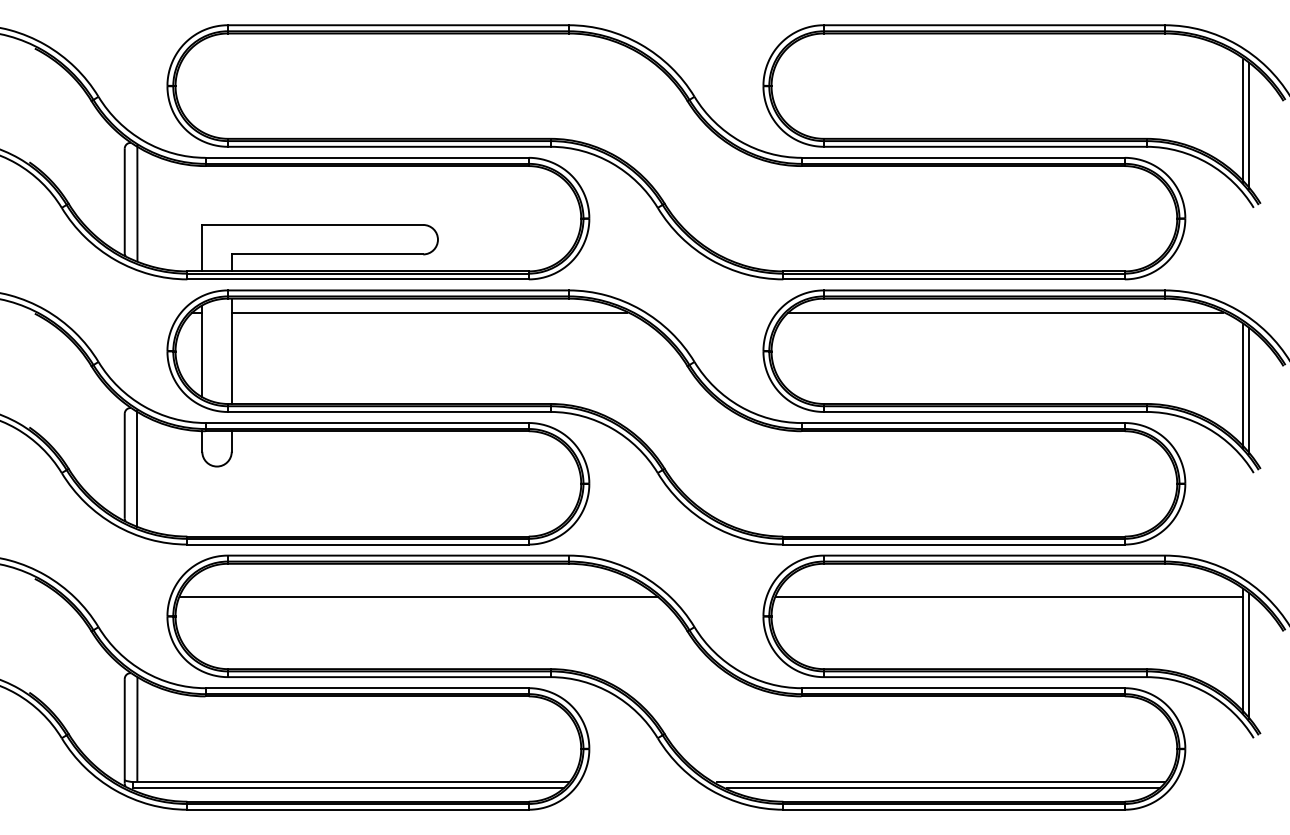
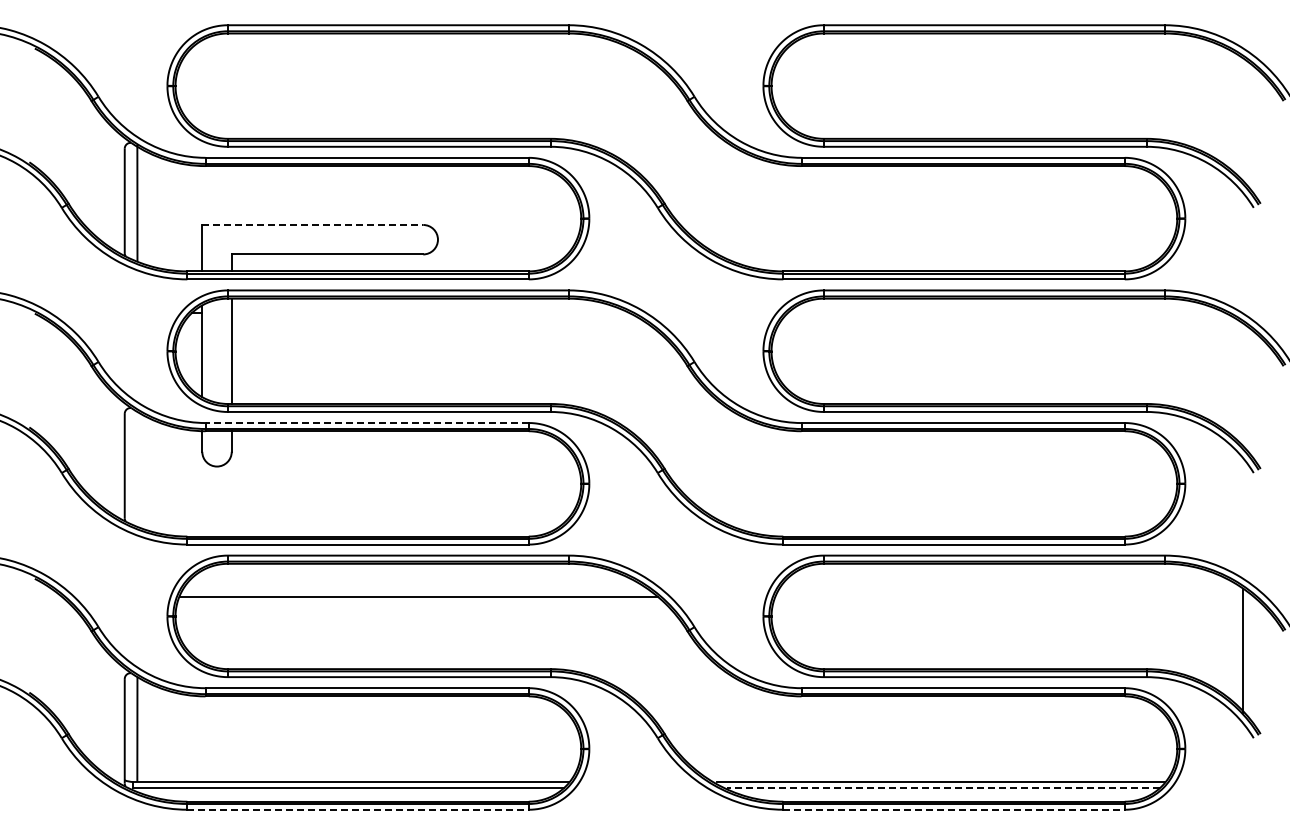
line at (1242, 121): present -> none
line at (1248, 126): present -> none
line at (313, 224): solid -> dashed
line at (428, 313): present -> none
line at (1005, 313): present -> none
line at (1242, 386): present -> none
line at (1248, 391): present -> none
line at (367, 423): solid -> dashed
line at (137, 468): present -> none
line at (1009, 596): present -> none
line at (1248, 656): present -> none
line at (942, 787): solid -> dashed
line at (358, 809): solid -> dashed
line at (954, 809): solid -> dashed
